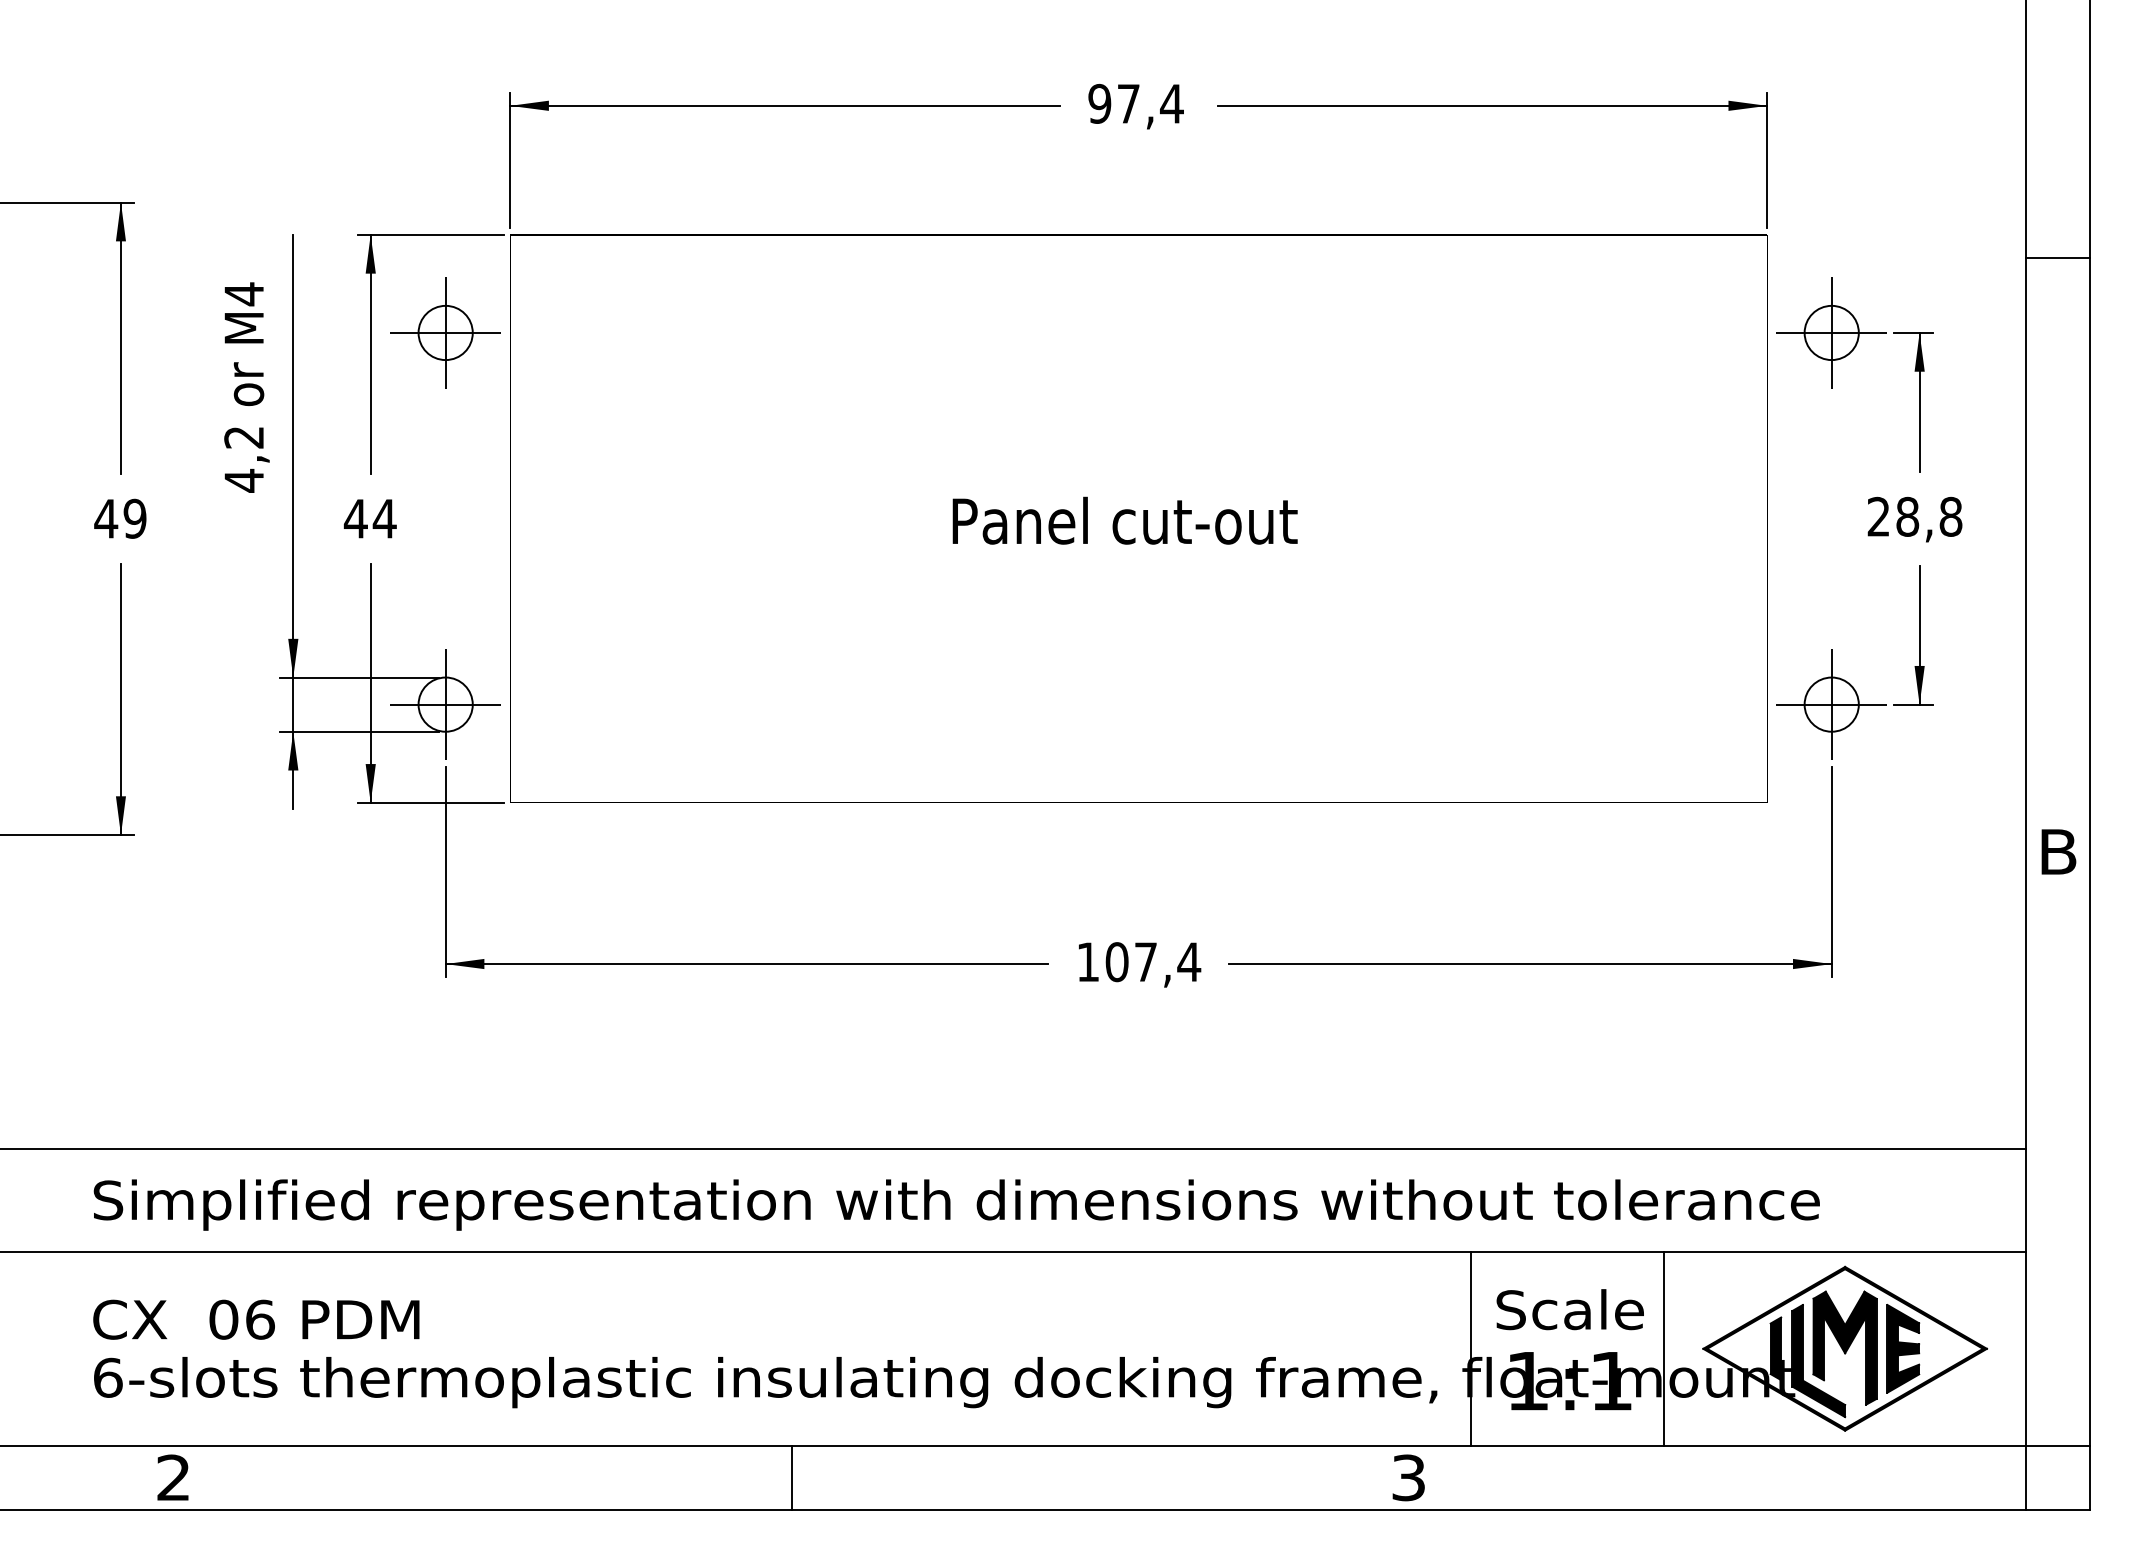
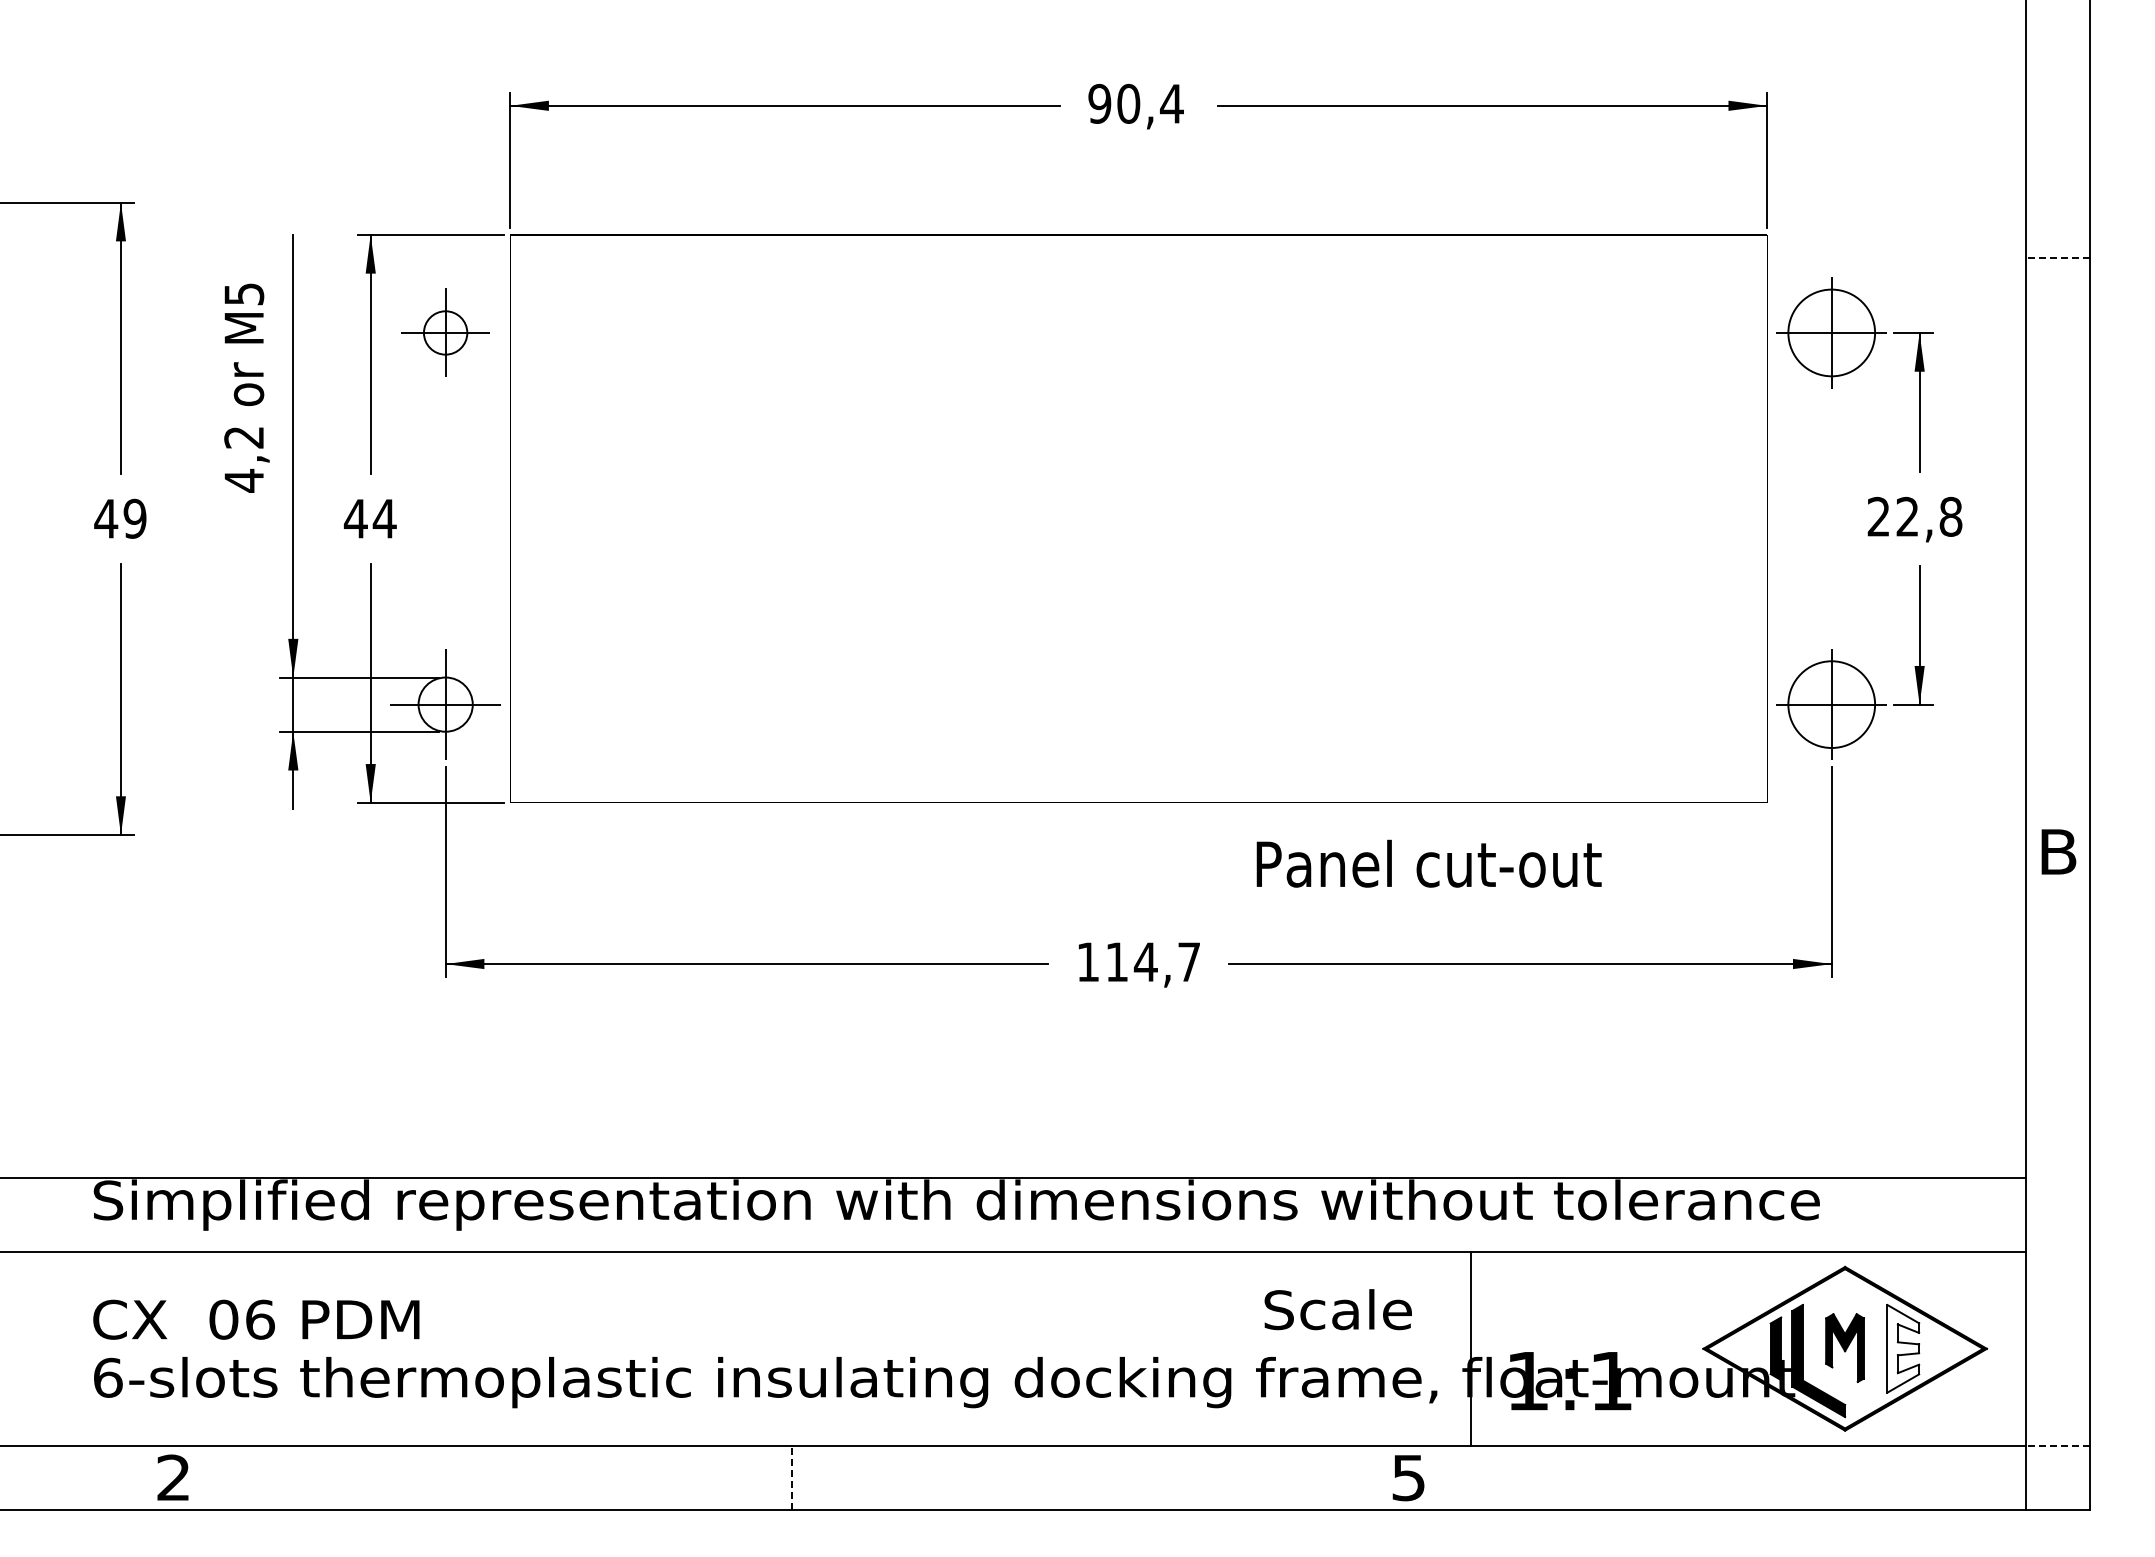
text at (1128, 103): 97,4 -> 90,4
line at (2057, 258): solid -> dashed
text at (244, 294): M4 -> M5
part at (445, 332) size: 111x112 px -> 89x89 px
circle at (1831, 332) diameter: 54 px -> 87 px
text at (1907, 516): 28,8 -> 22,8
text at (1124, 520) position: (1124, 520) -> (1428, 863)
circle at (1831, 704) diameter: 54 px -> 87 px
text at (1153, 962): 107,4 -> 114,7
line at (1013, 1148) position: (1013, 1148) -> (1013, 1177)
text at (1569, 1309) position: (1569, 1309) -> (1337, 1309)
part at (1844, 1347) size: 66x116 px -> 40x70 px
line at (1664, 1348): present -> none
fill at (1903, 1348): present -> none
line at (2057, 1445): solid -> dashed
line at (792, 1477): solid -> dashed
text at (1408, 1477): 3 -> 5
